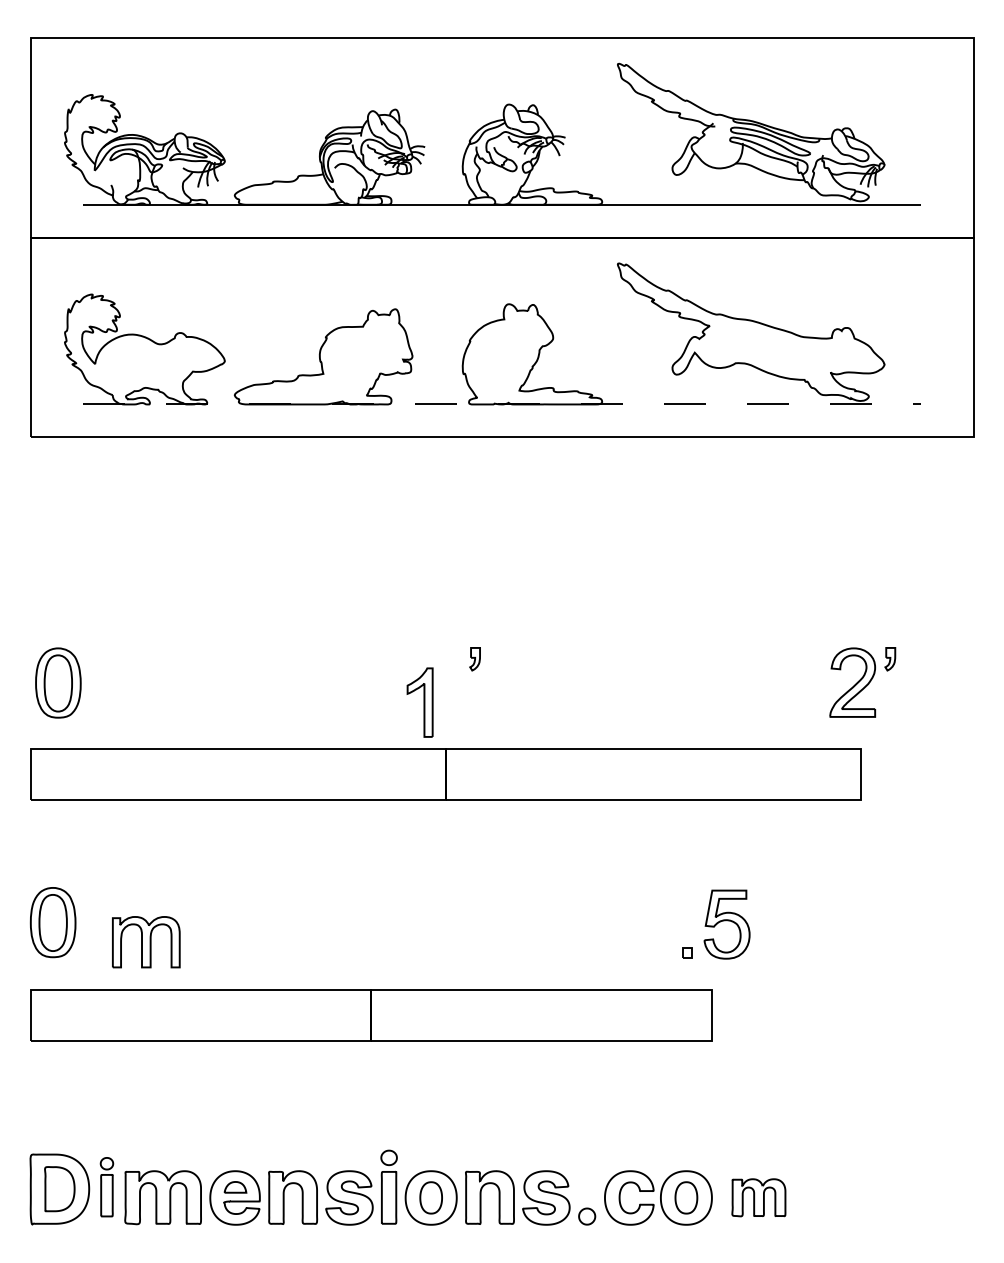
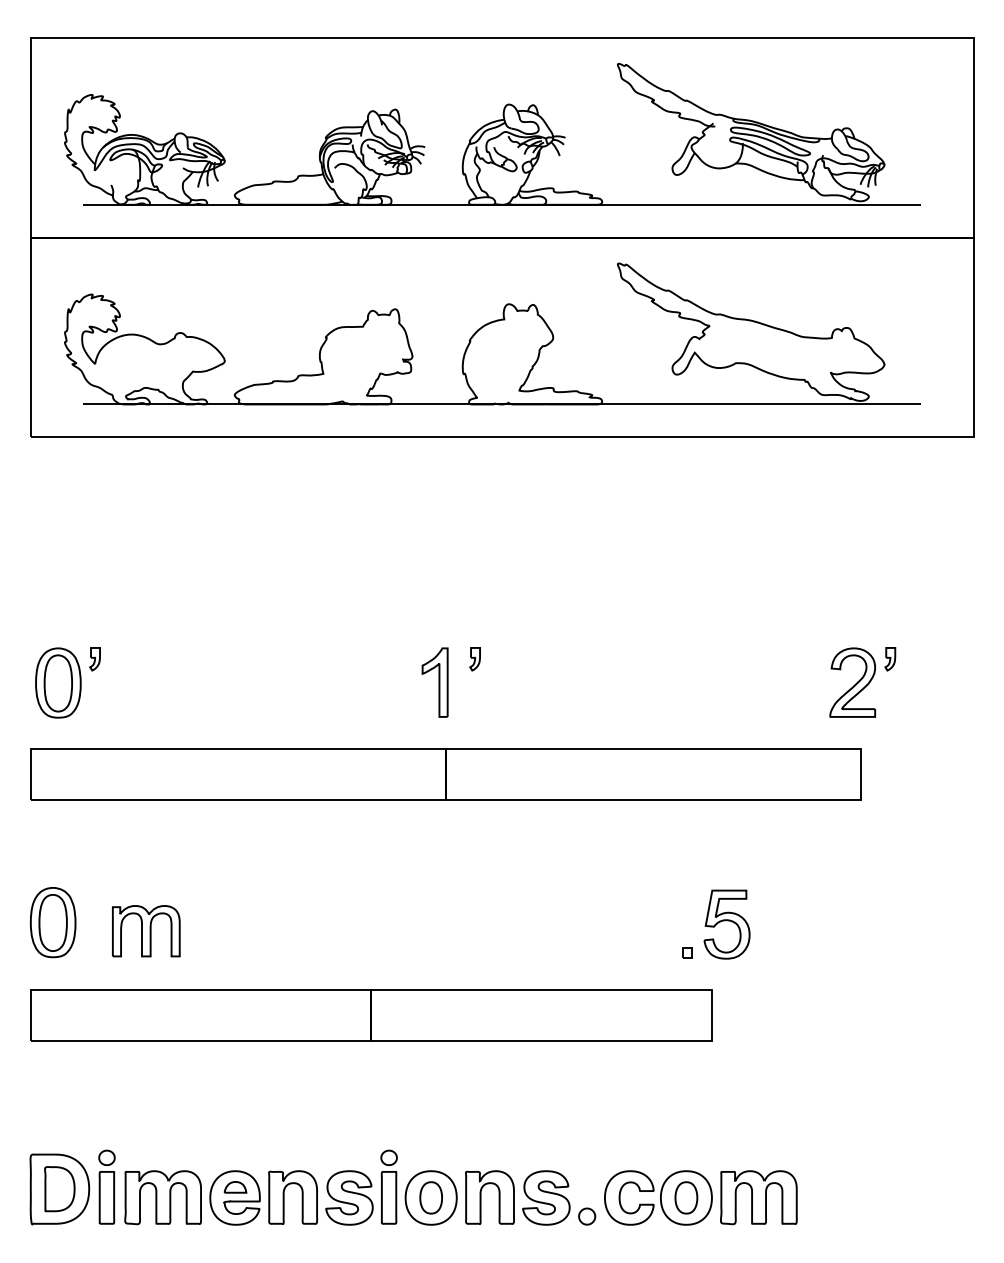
line at (502, 404): dashed -> solid
part at (94, 659): none -> present
part at (419, 702) position: (419, 702) -> (434, 682)
part at (146, 942) position: (146, 942) -> (146, 931)
part at (106, 1187) size: 16x61 px -> 18x76 px
part at (758, 1197) size: 56x40 px -> 78x56 px
